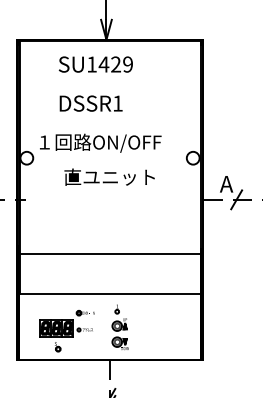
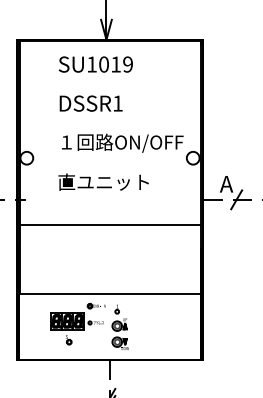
text at (109, 64): SU1429 -> SU1019
text at (100, 142) position: (100, 142) -> (122, 142)
text at (109, 176) position: (109, 176) -> (103, 181)
line at (109, 254) position: (109, 254) -> (109, 225)
part at (66, 331) position: (66, 331) -> (77, 324)
